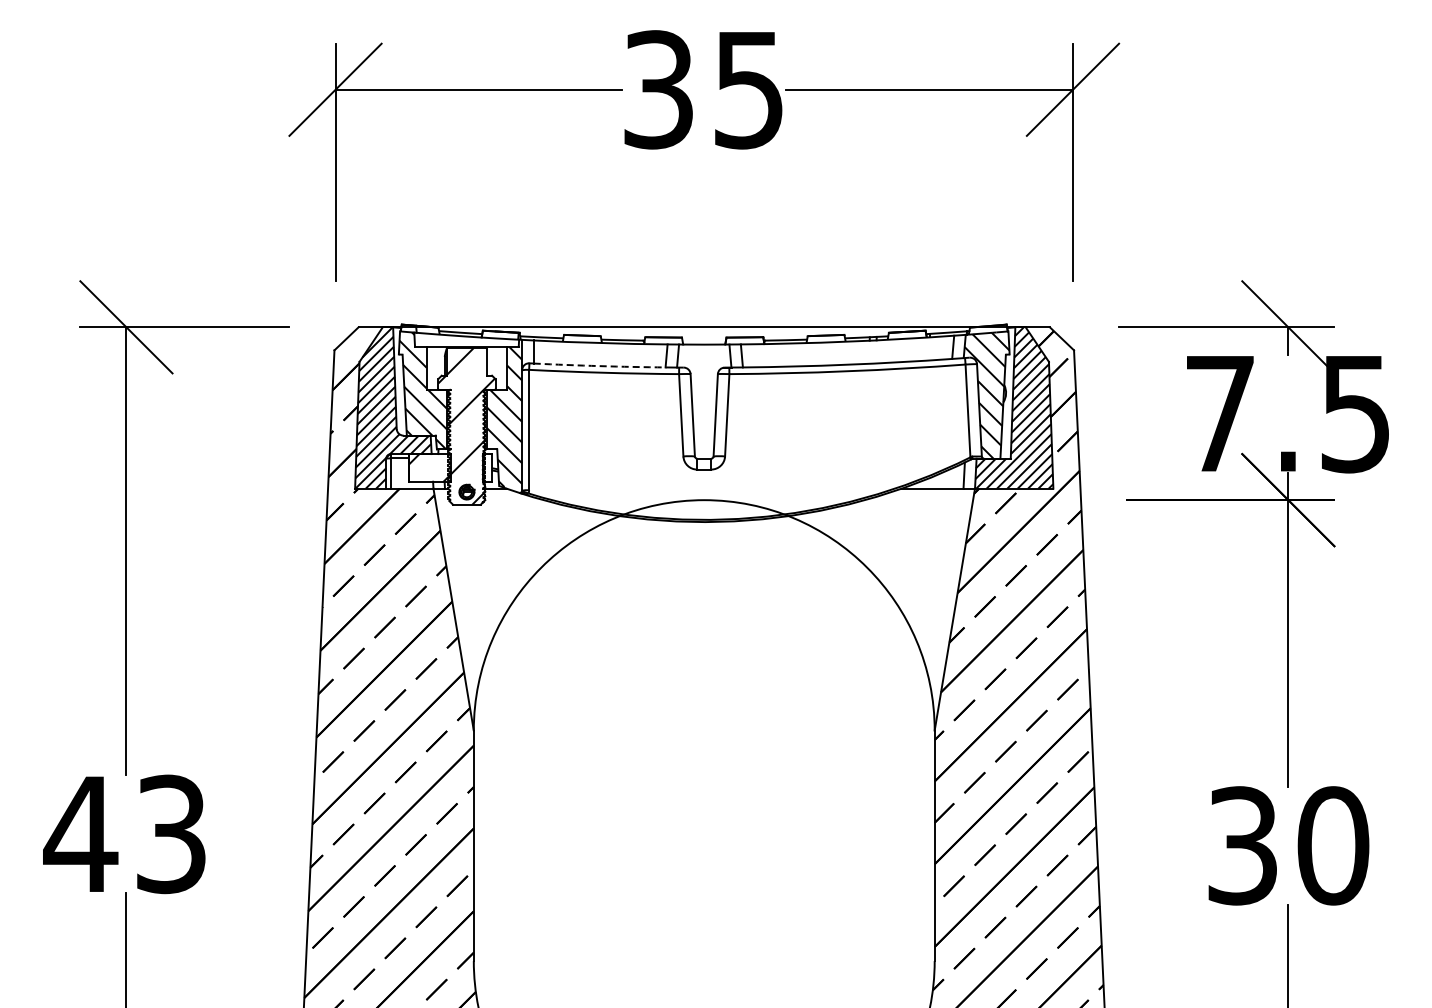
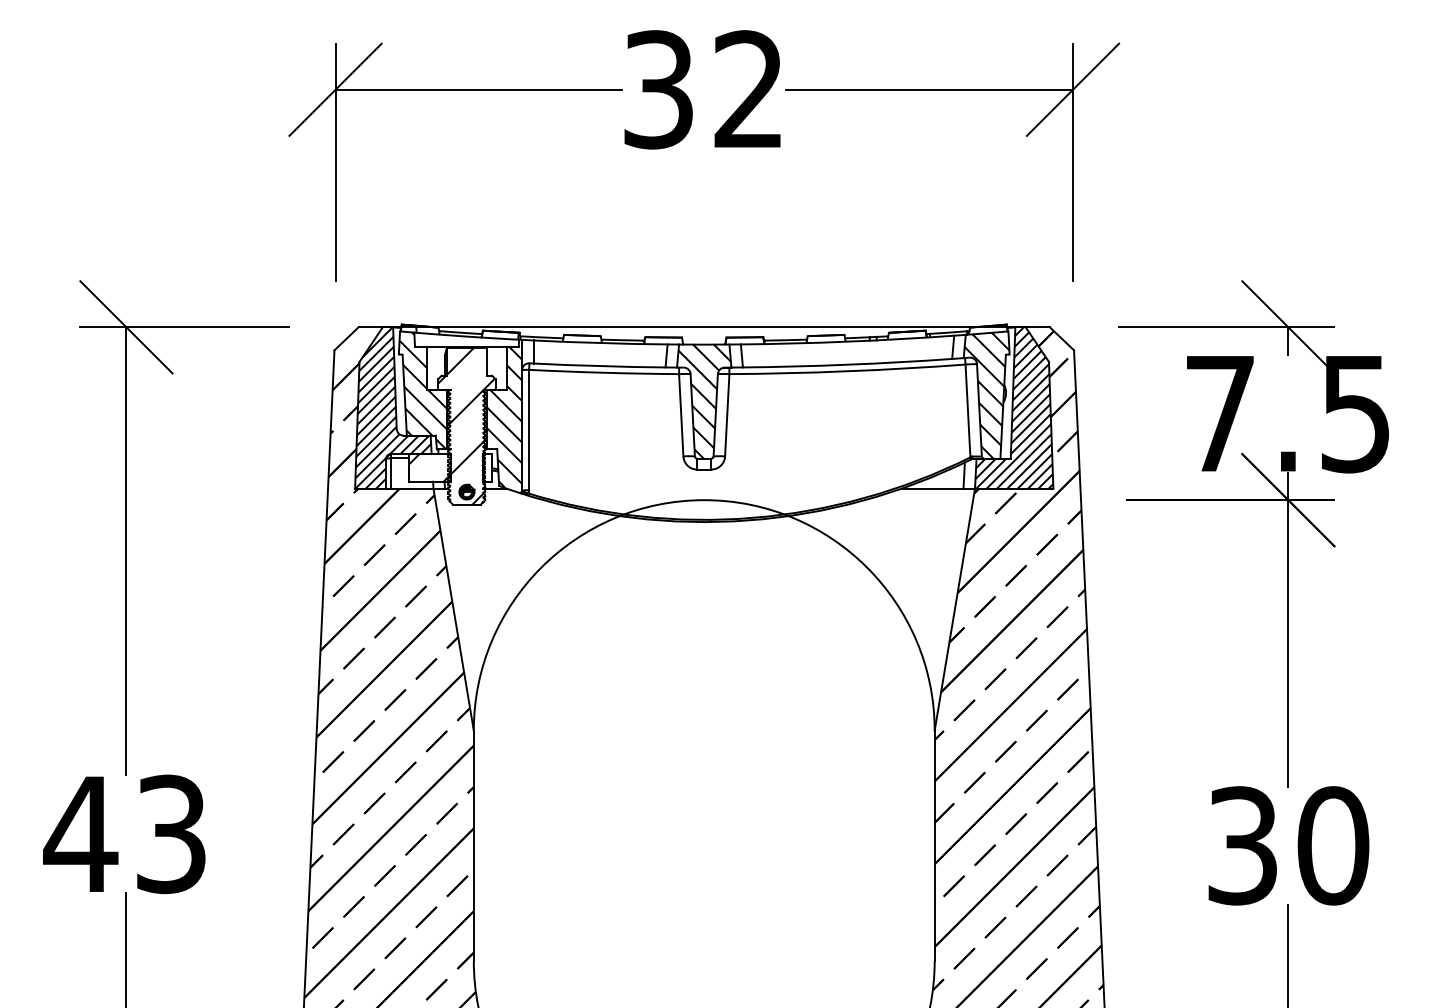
text at (748, 89): 35 -> 32
arc at (599, 366): dashed -> solid
hatch at (704, 401): none -> present
